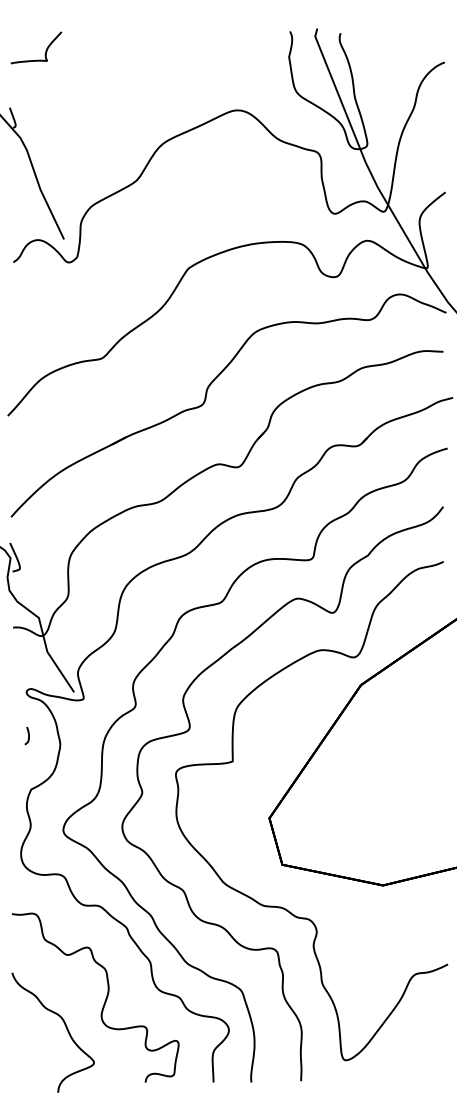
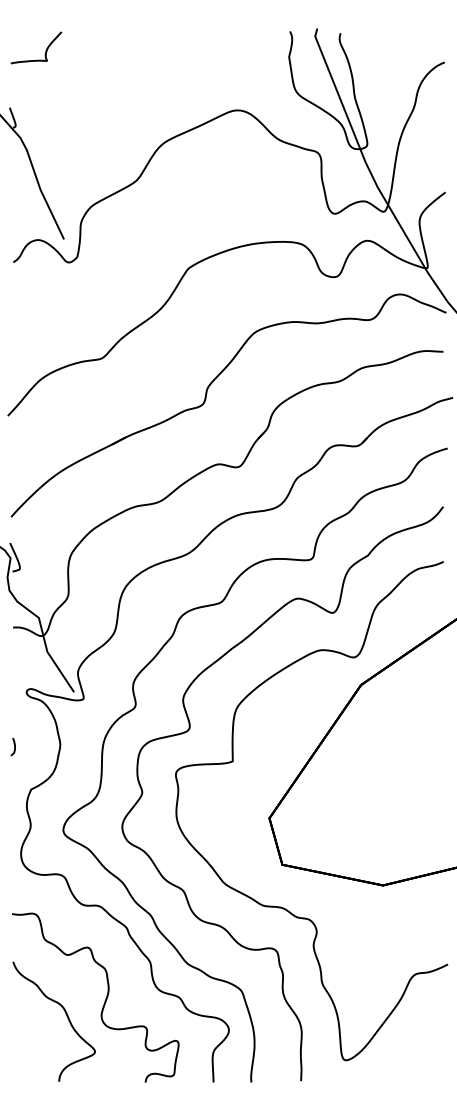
curve at (28, 735) position: (28, 735) -> (14, 746)
curve at (64, 1025) position: (64, 1025) -> (65, 1014)
